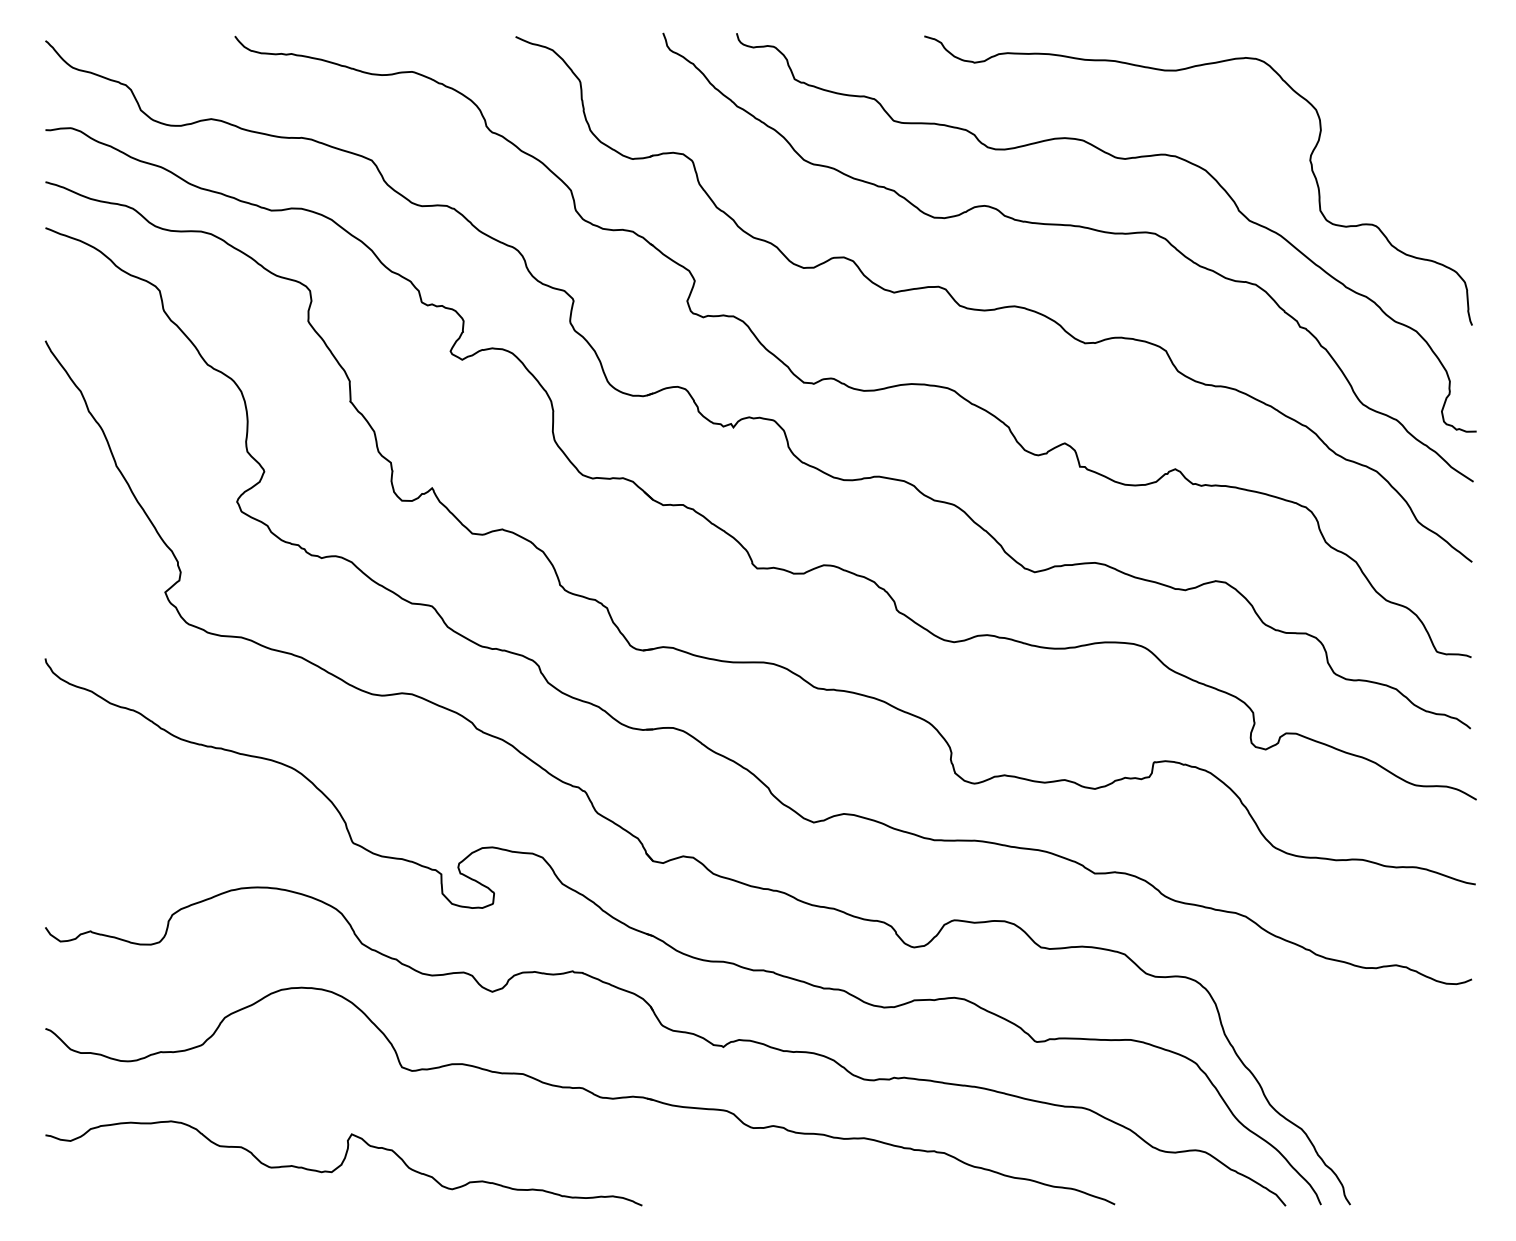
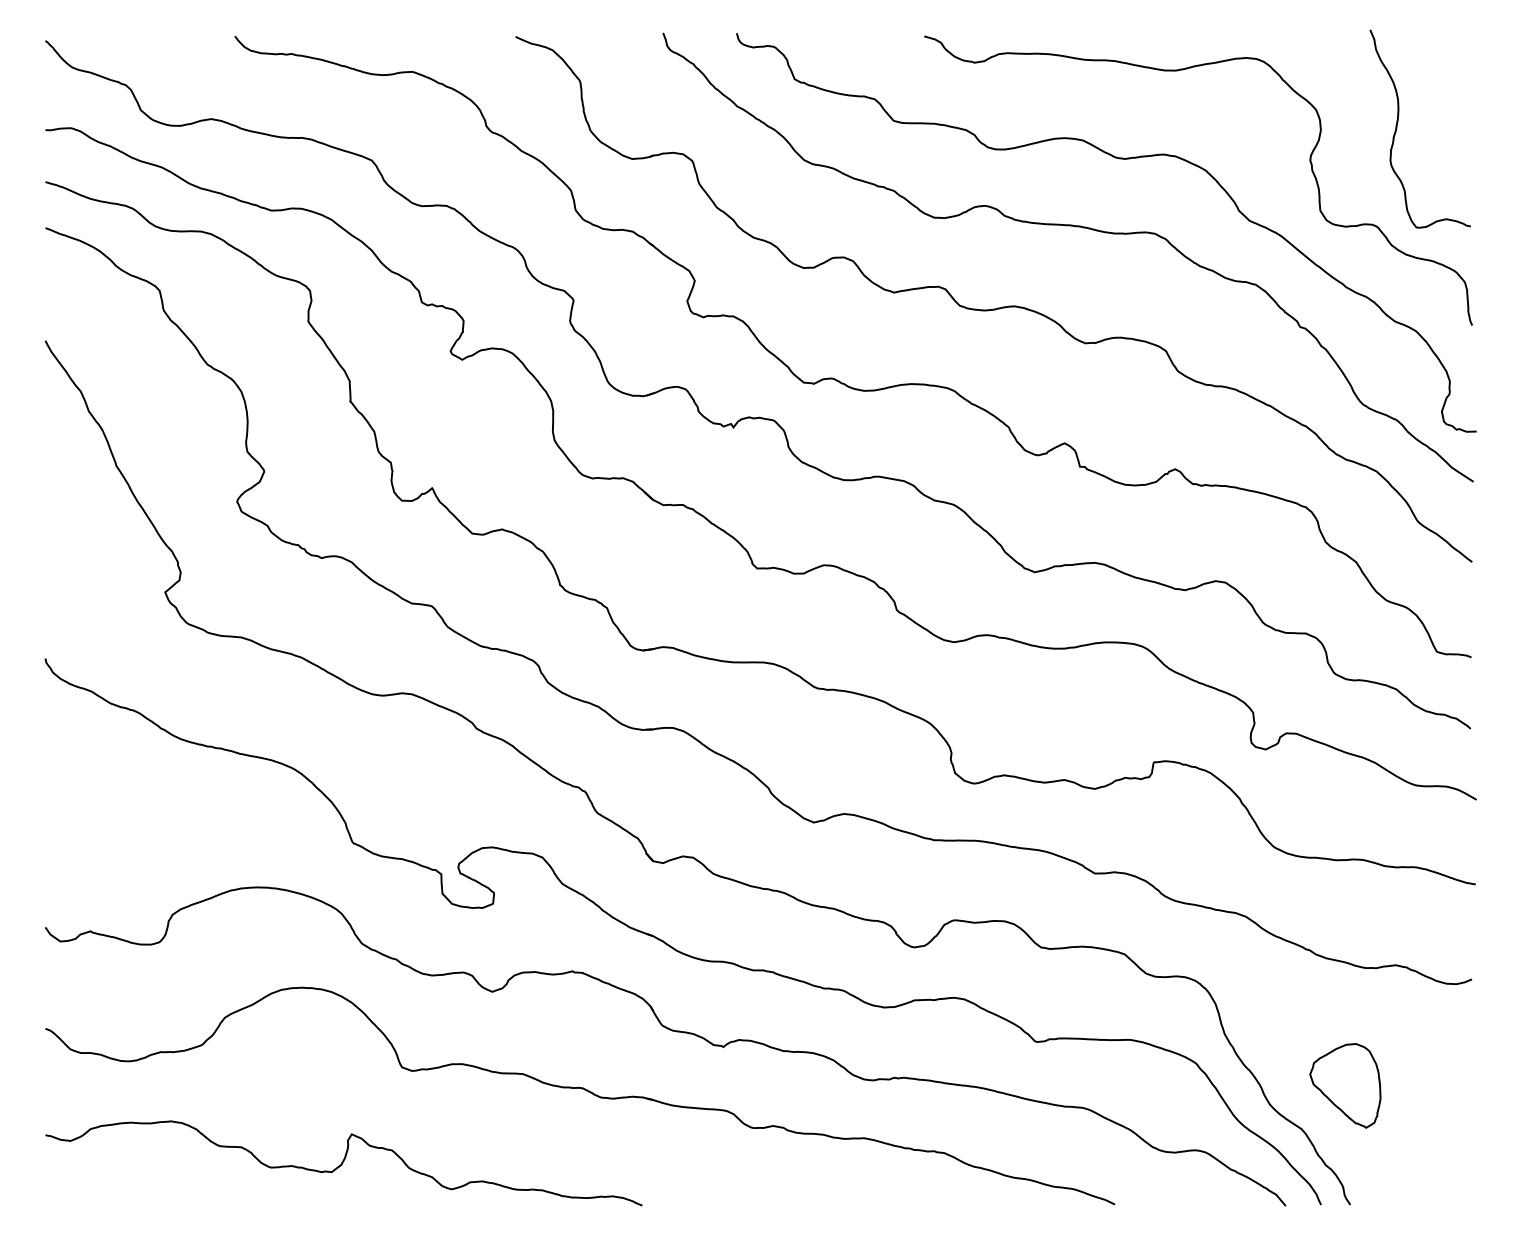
curve at (1398, 122): none -> present
part at (1345, 1085): none -> present
